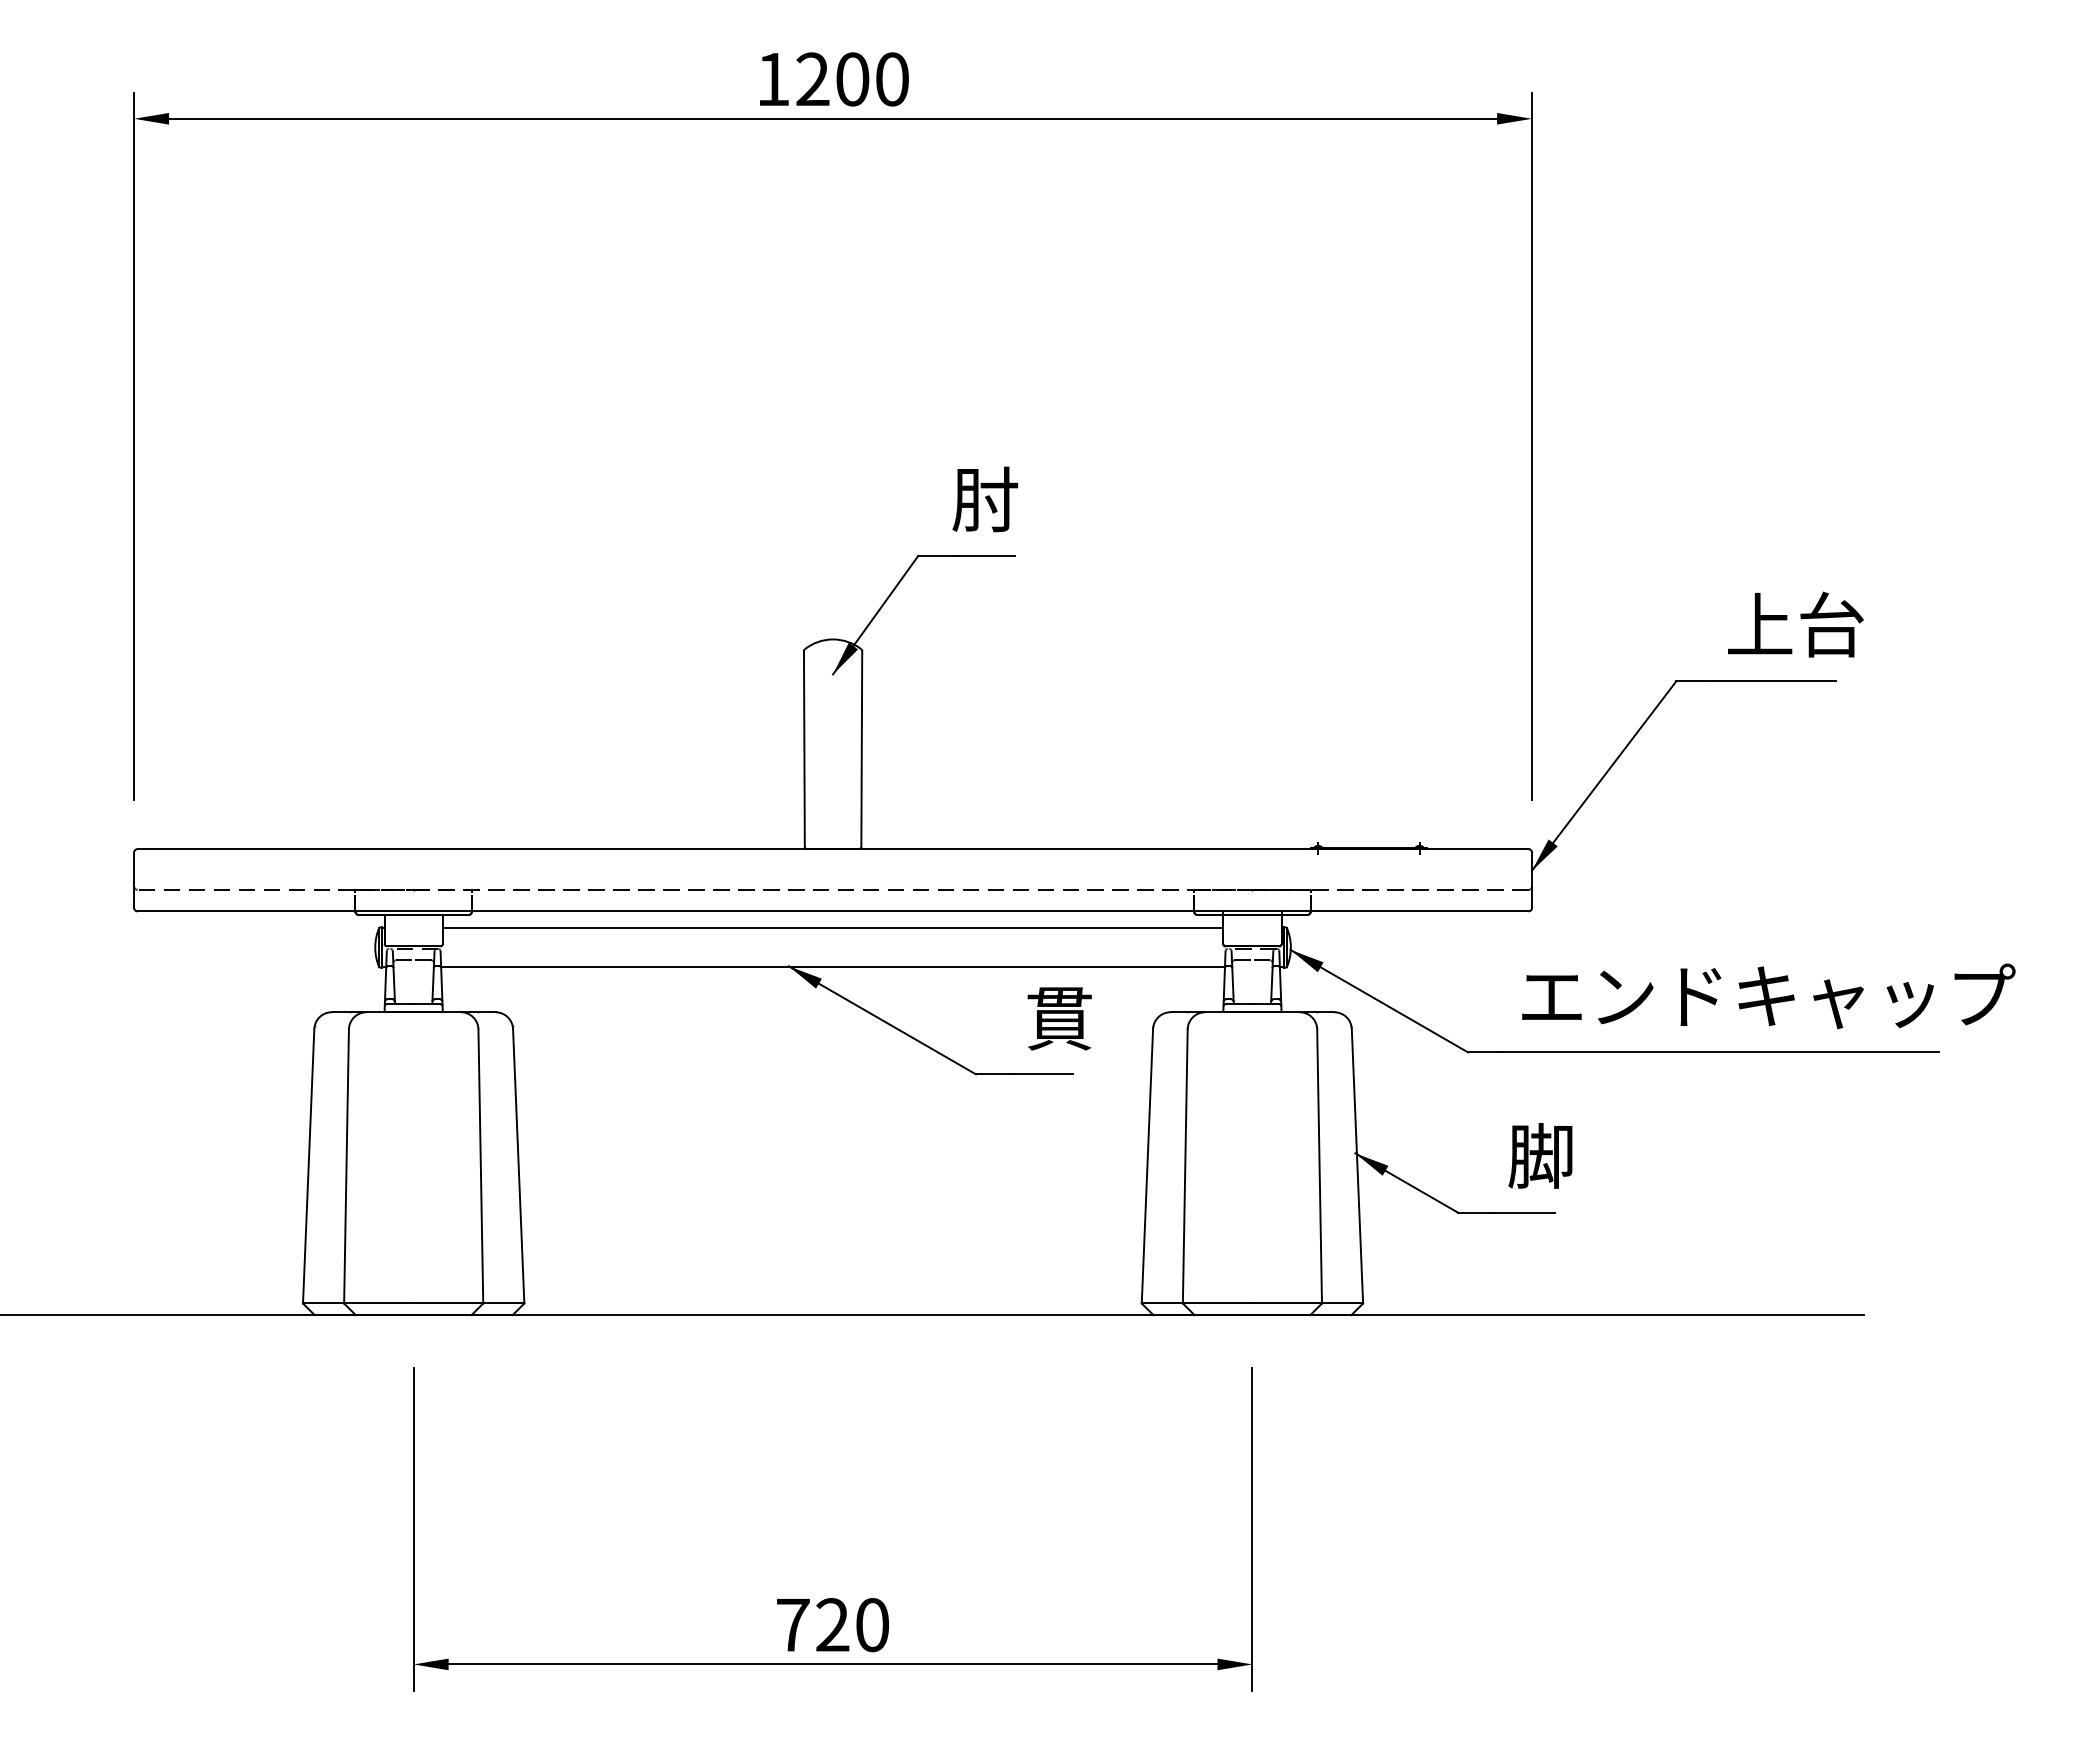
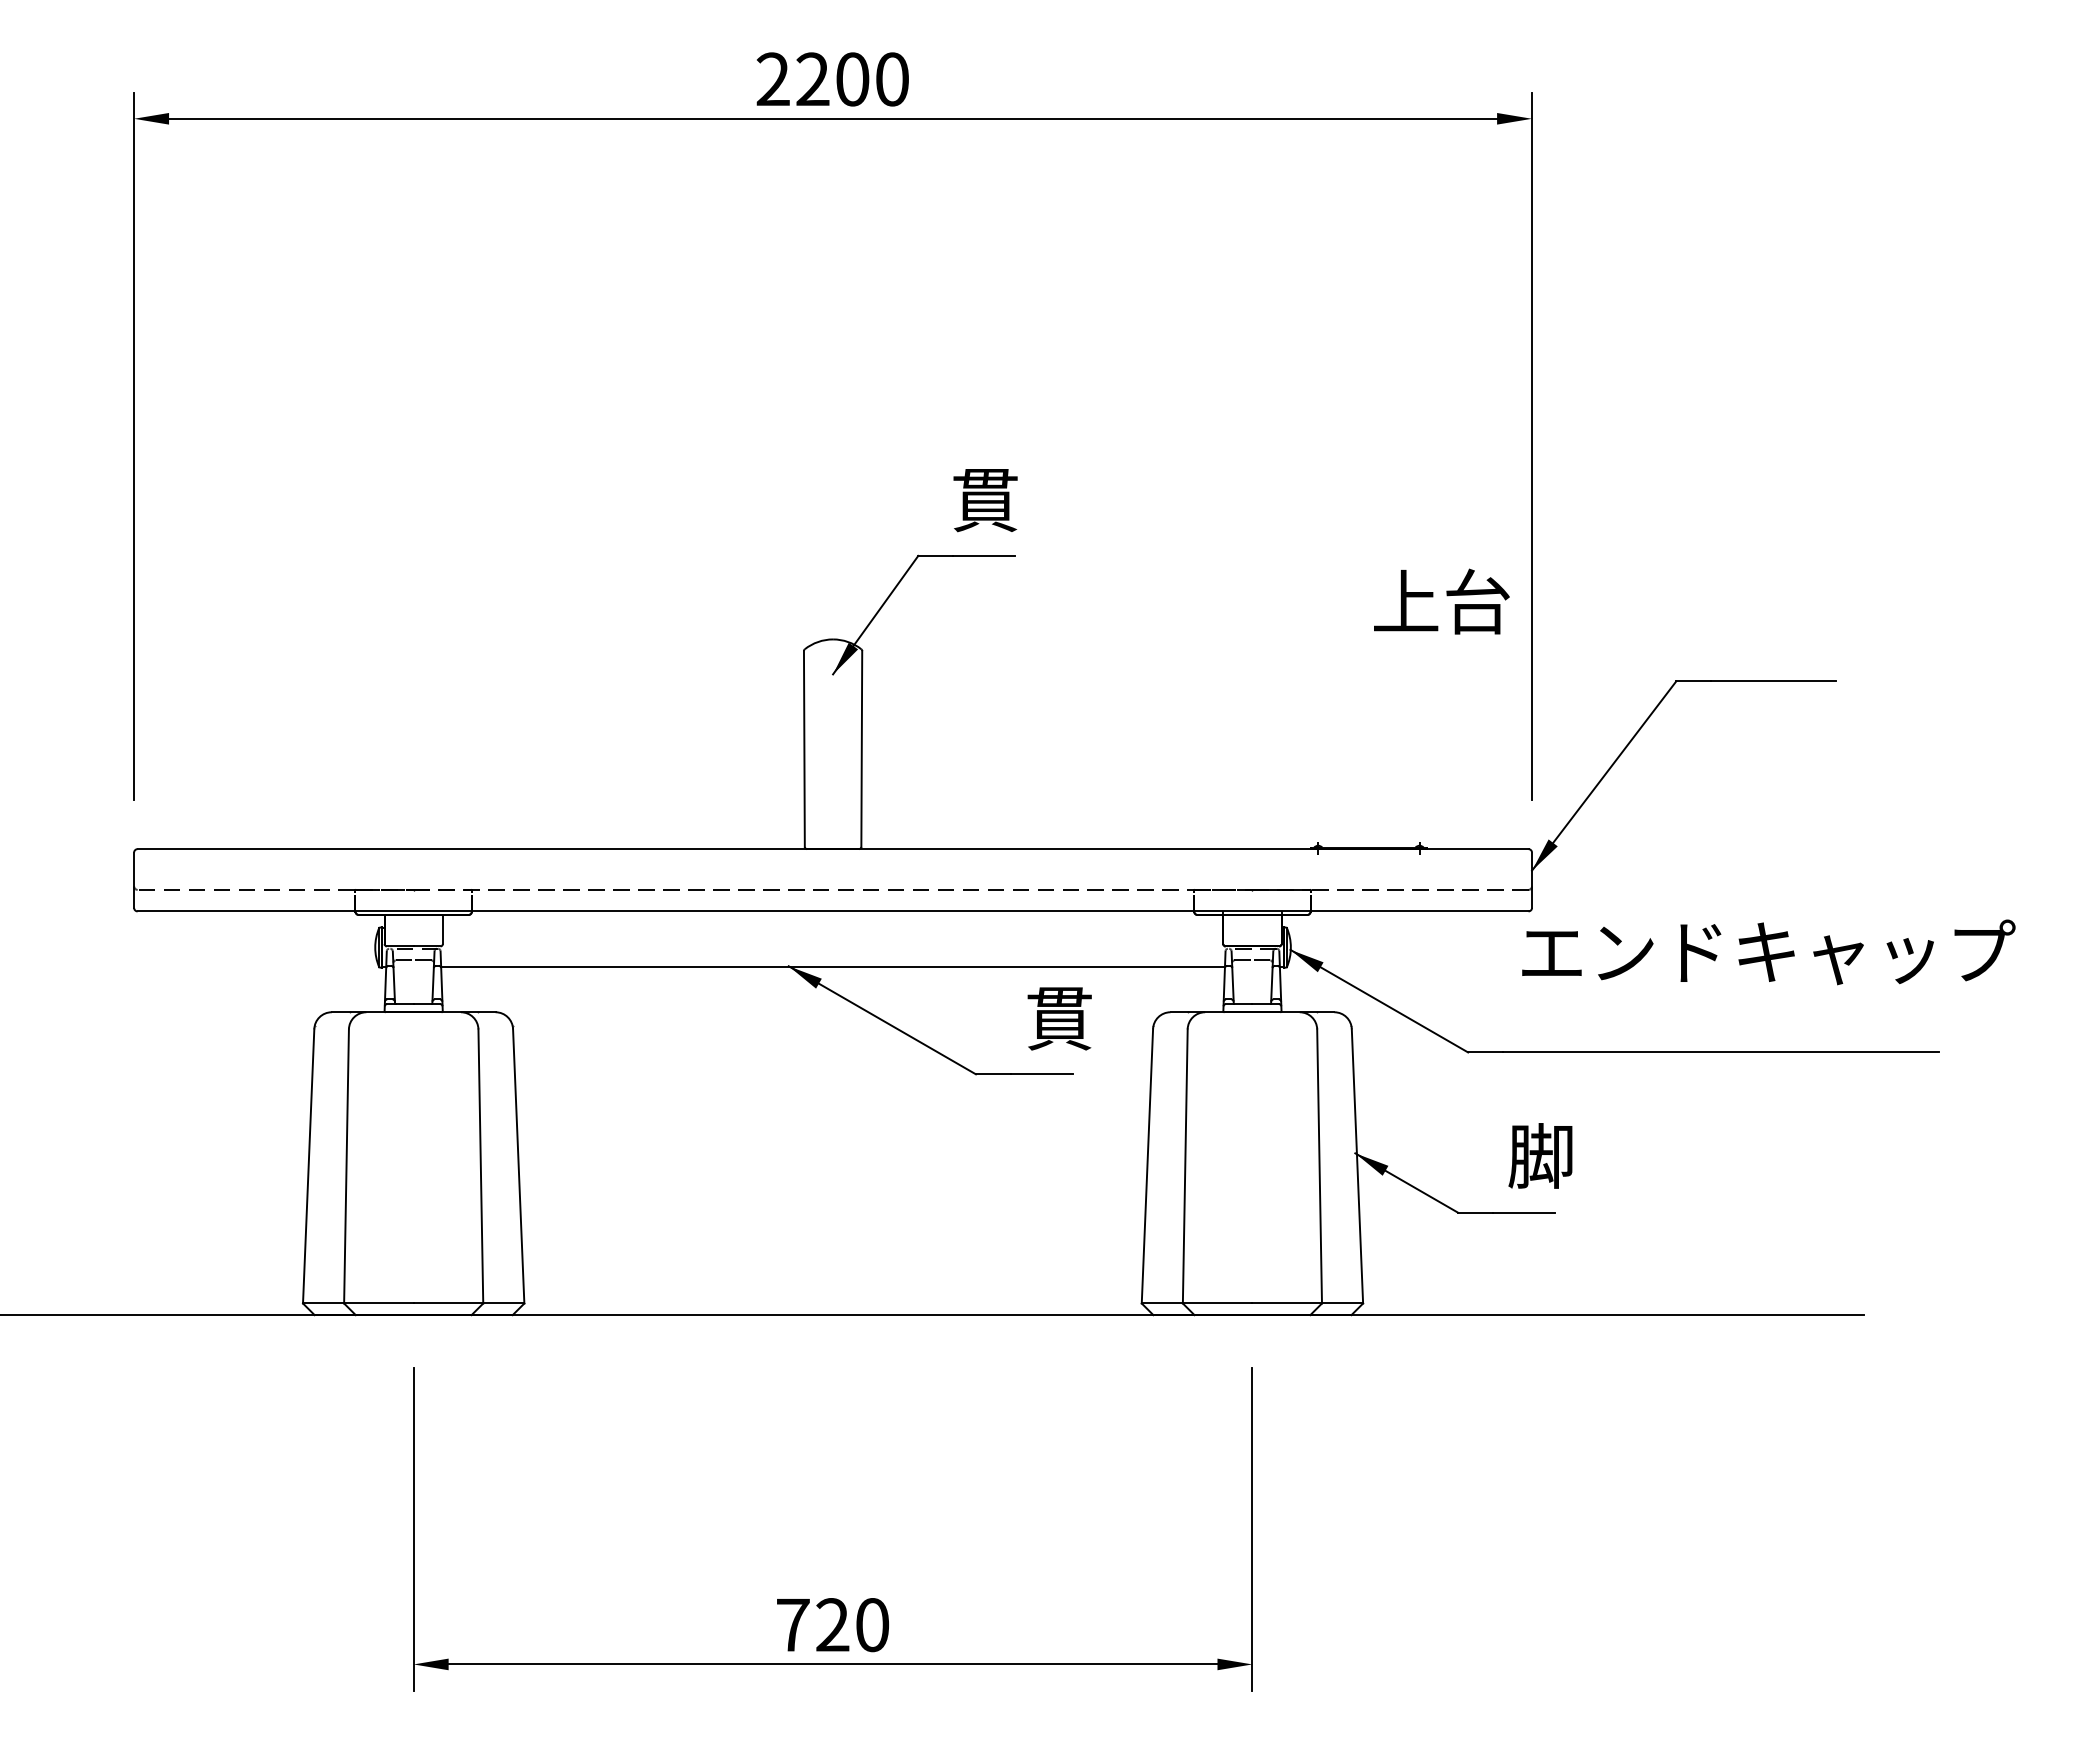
text at (772, 78): 1200 -> 2200
text at (985, 499): 肘 -> 貫
text at (1795, 624) position: (1795, 624) -> (1441, 601)
line at (832, 927): present -> none
text at (1768, 996) position: (1768, 996) -> (1768, 952)
